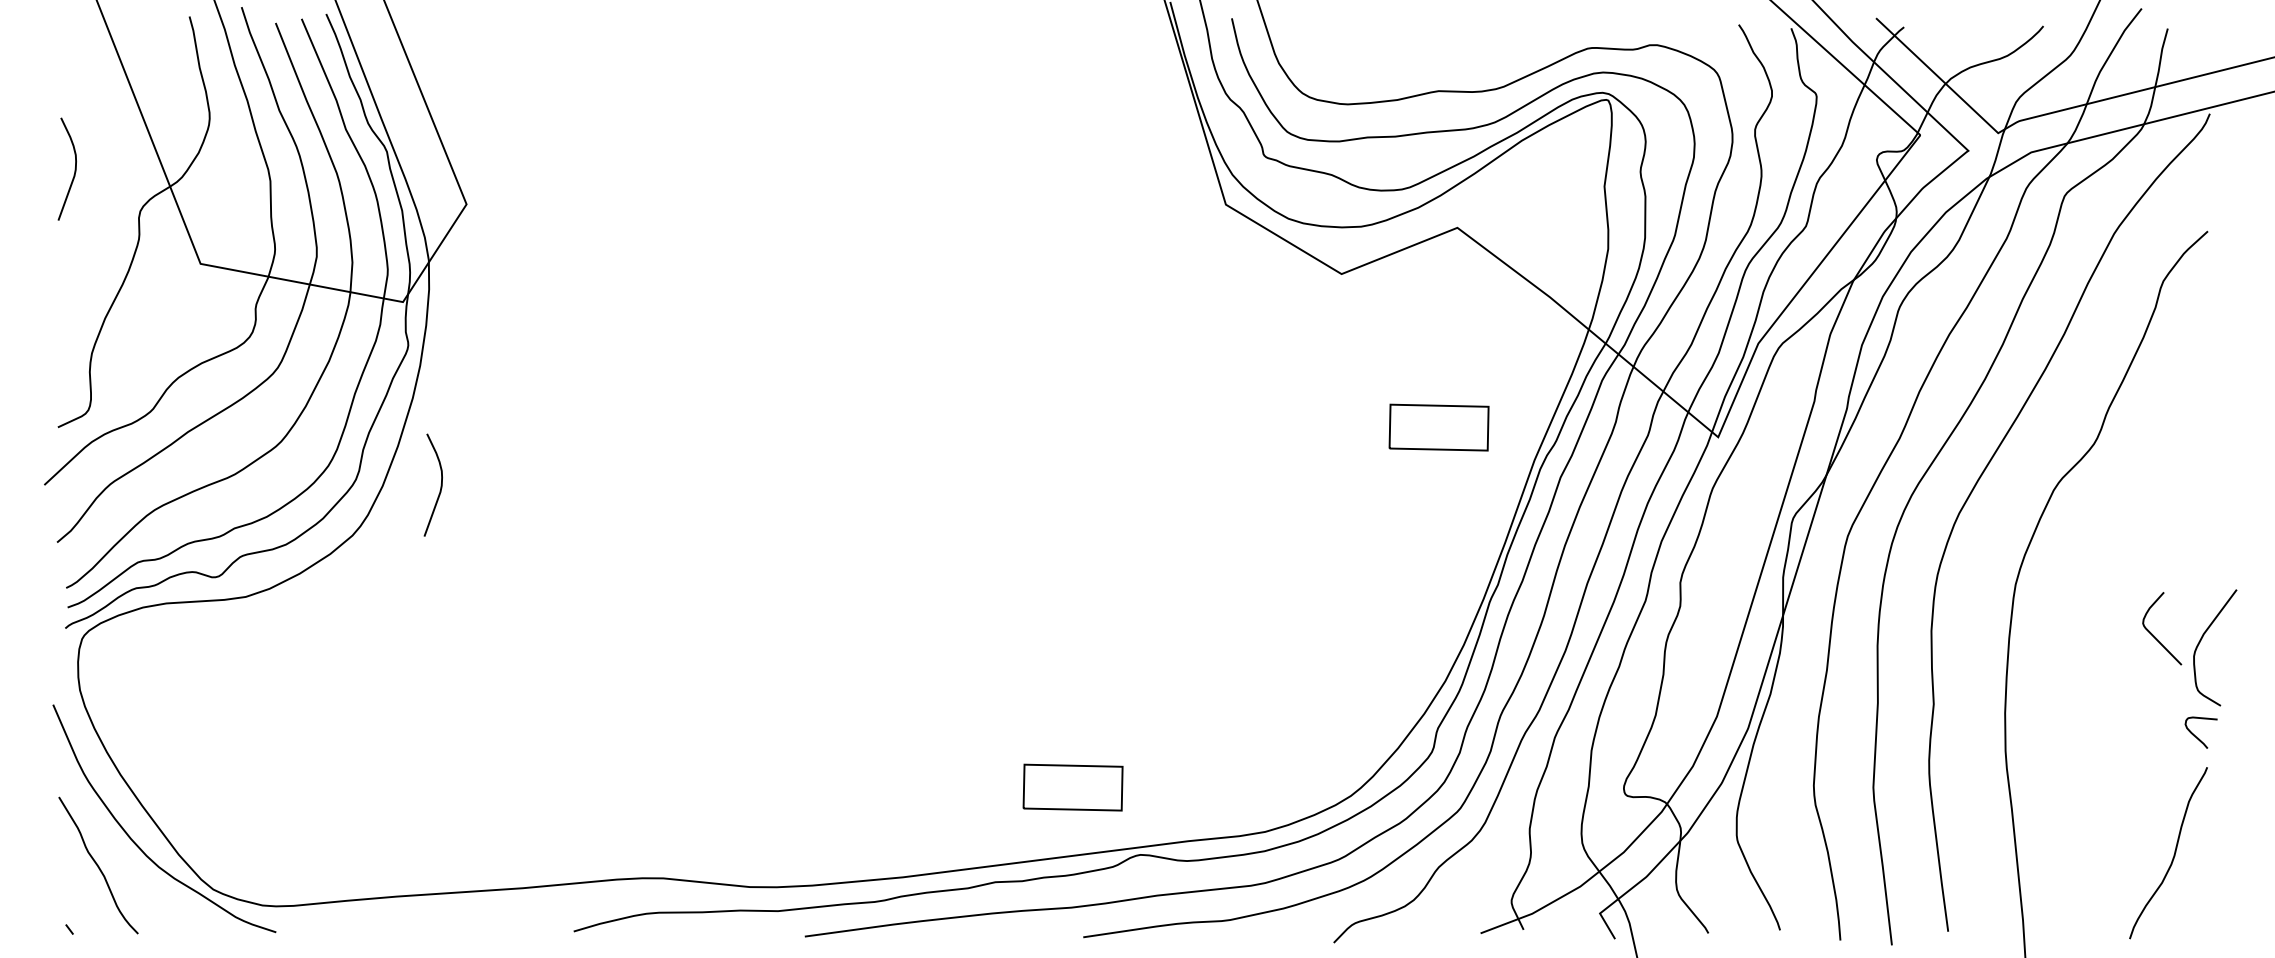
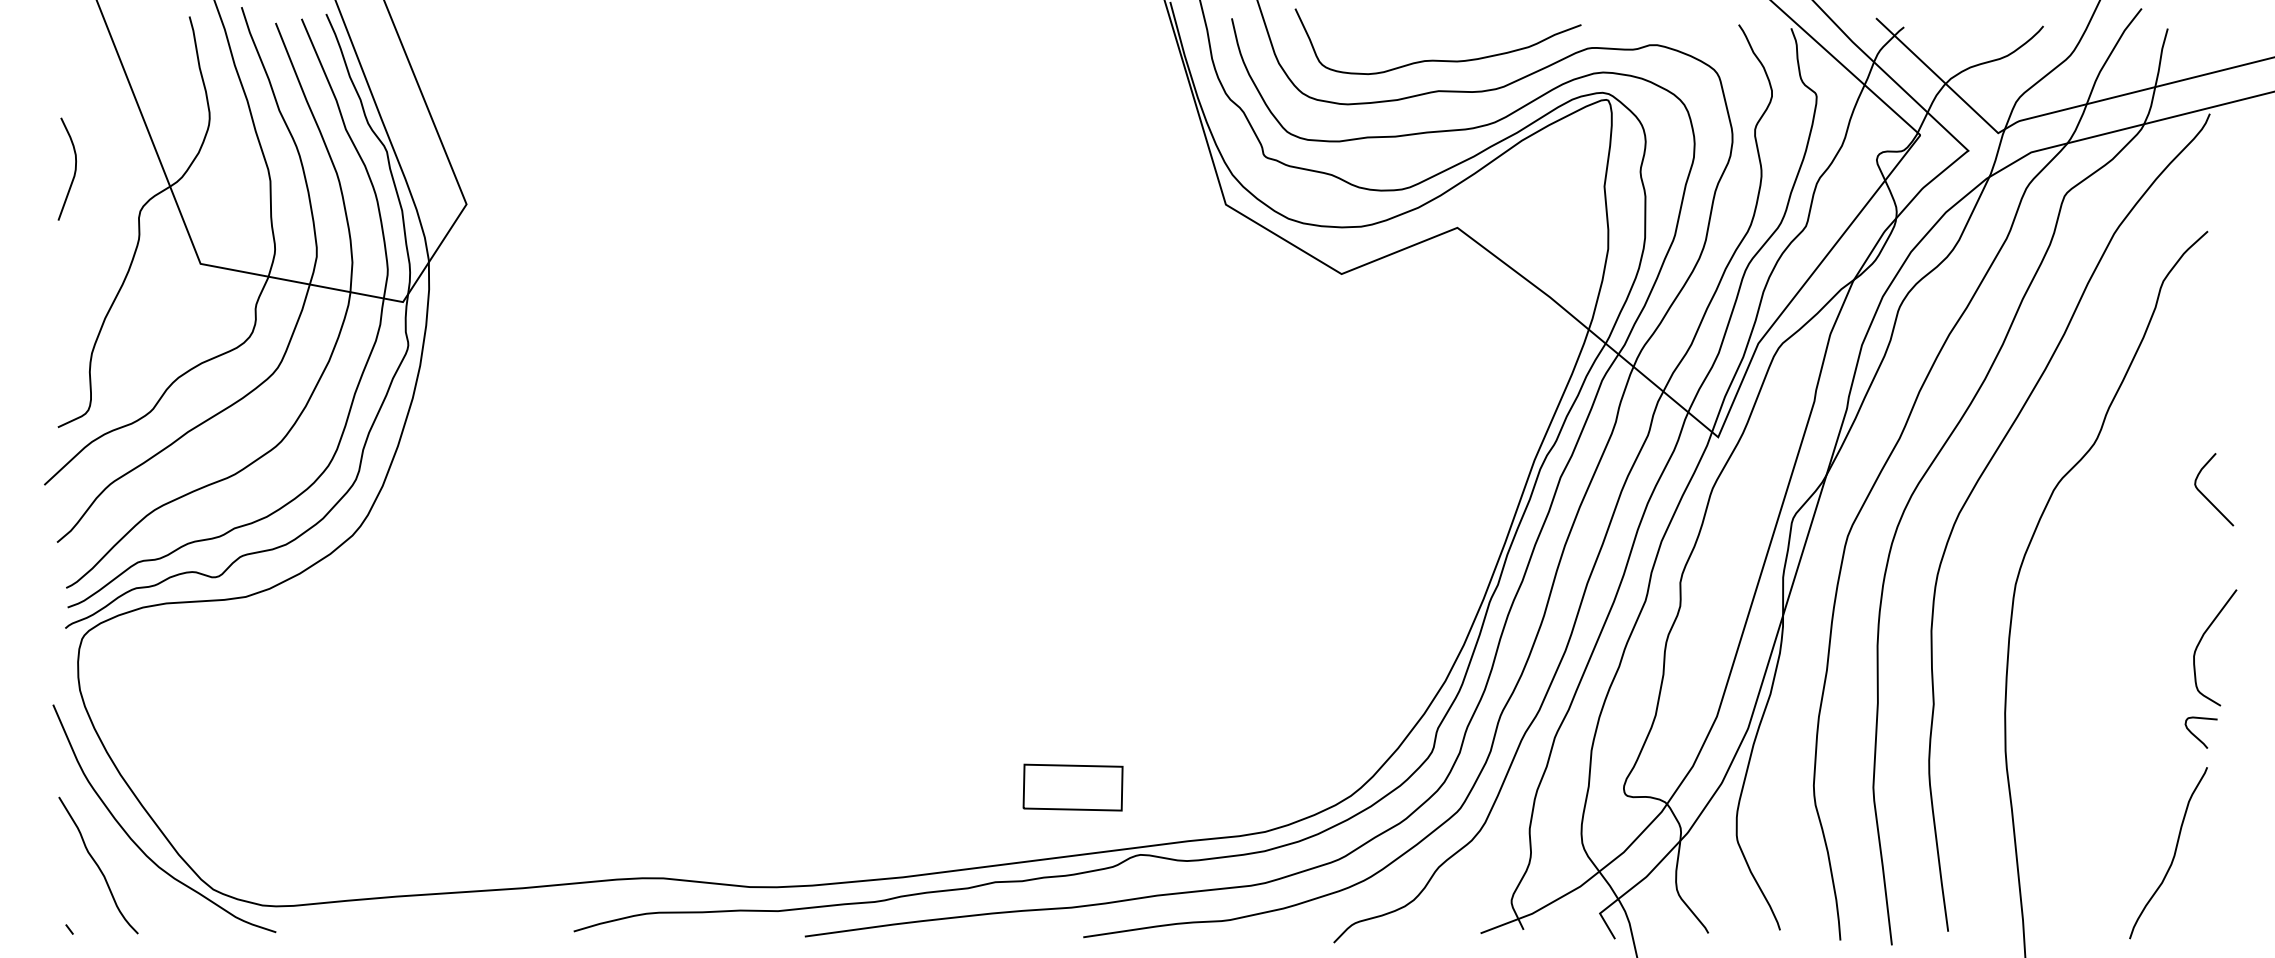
curve at (1436, 59): none -> present
part at (1438, 427): present -> none
curve at (440, 484): present -> none
curve at (2154, 635) position: (2154, 635) -> (2206, 496)
